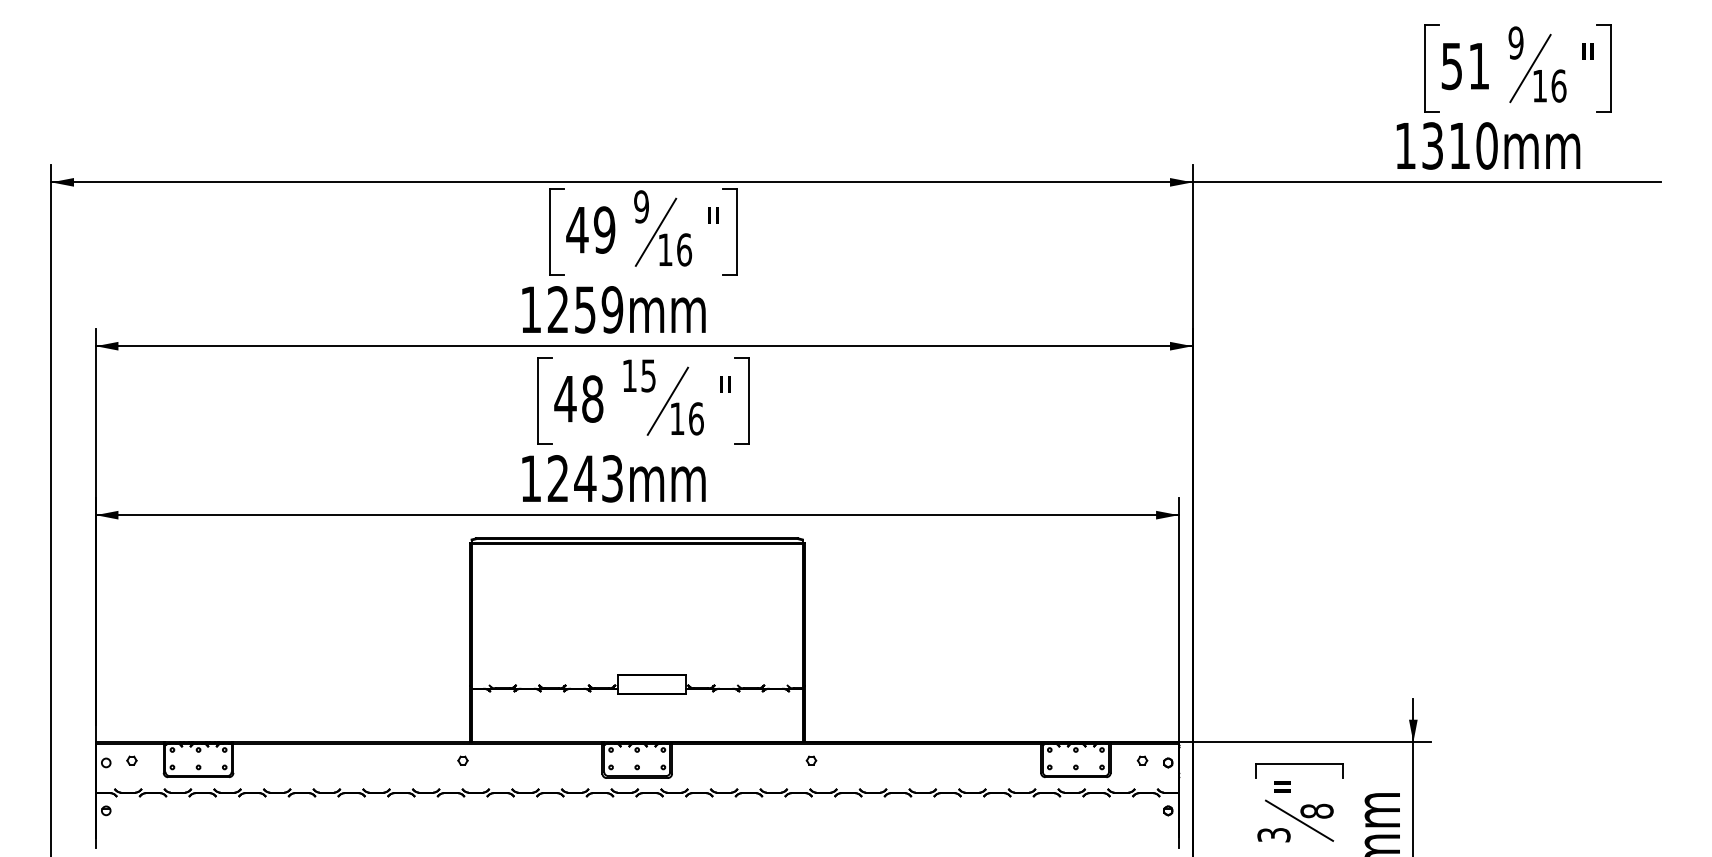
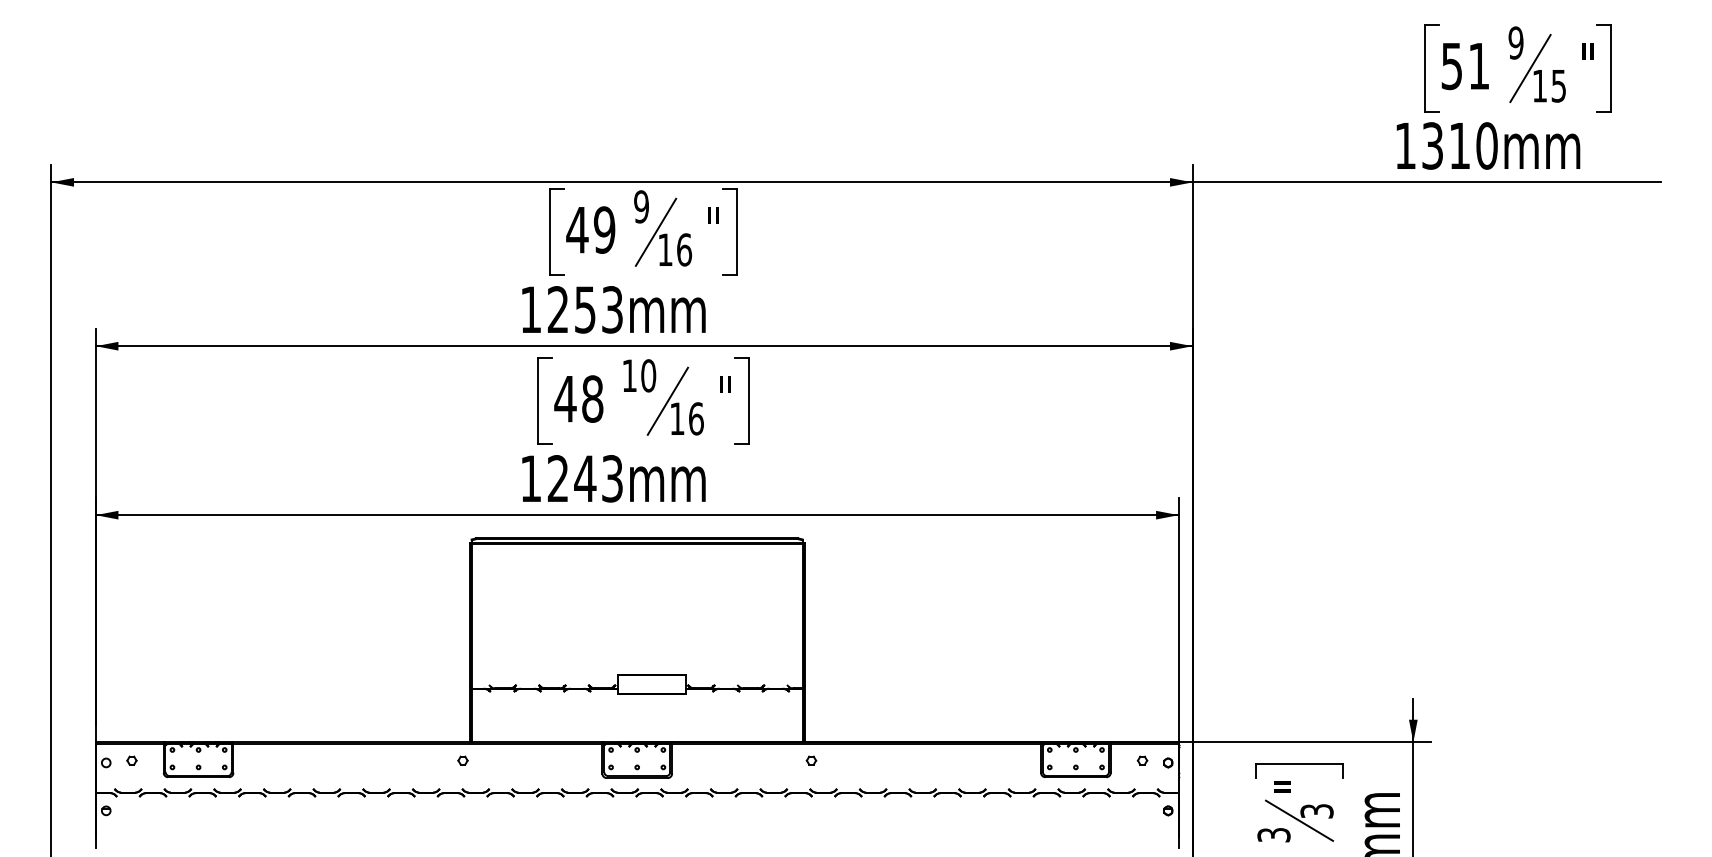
text at (1558, 85): 16 -> 15
text at (612, 309): 1259mm -> 1253mm
text at (648, 375): 15 -> 10
text at (1316, 810): 8 -> 3
